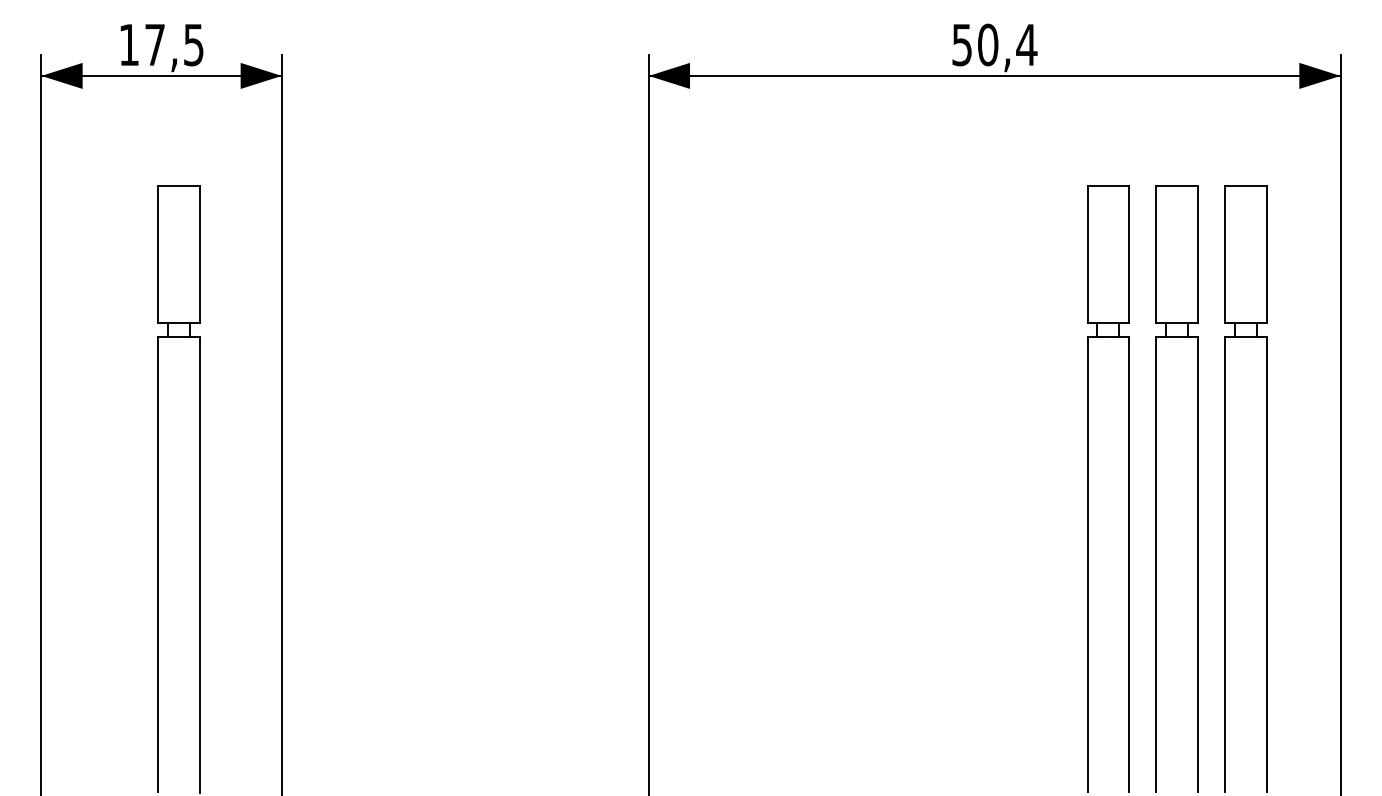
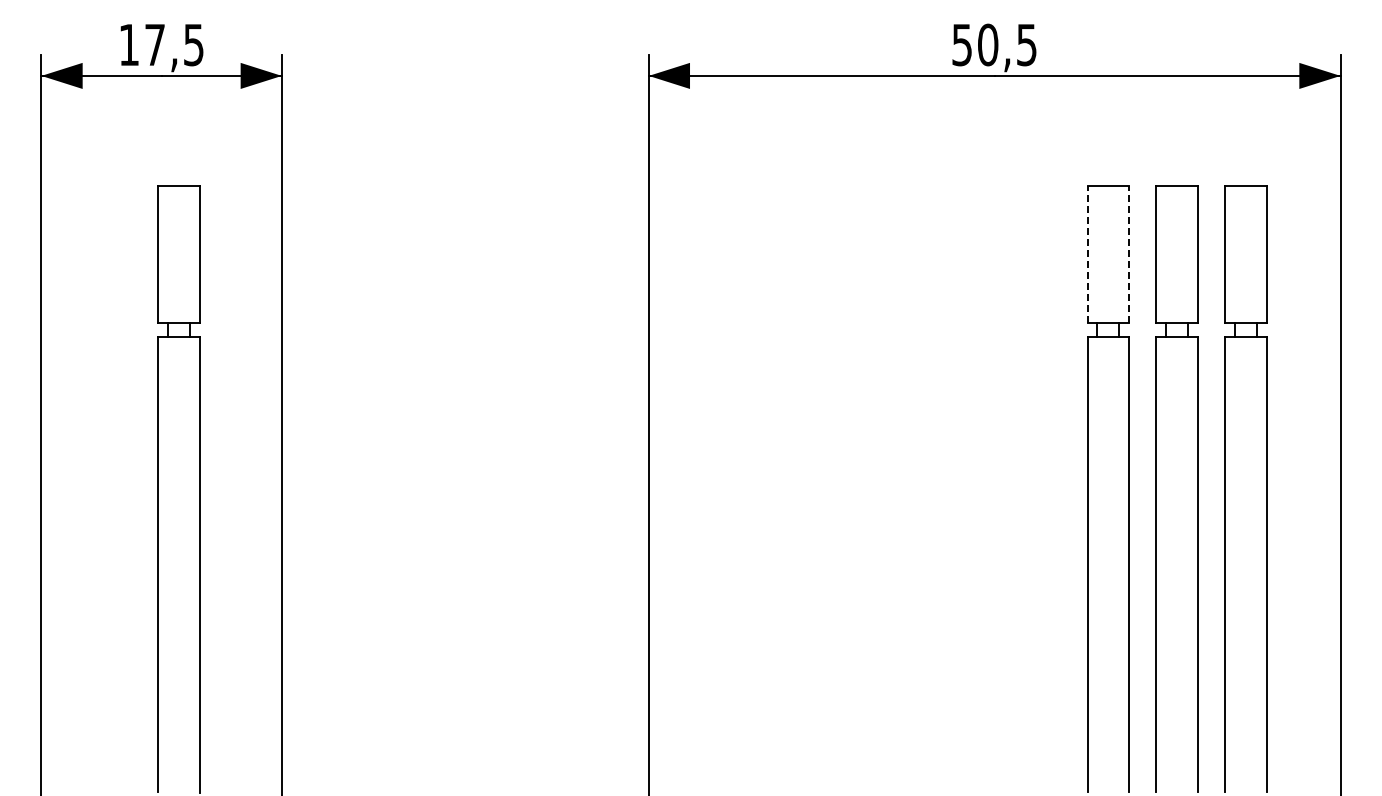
text at (1026, 45): 50,4 -> 50,5
line at (1087, 254): solid -> dashed
line at (1128, 254): solid -> dashed
